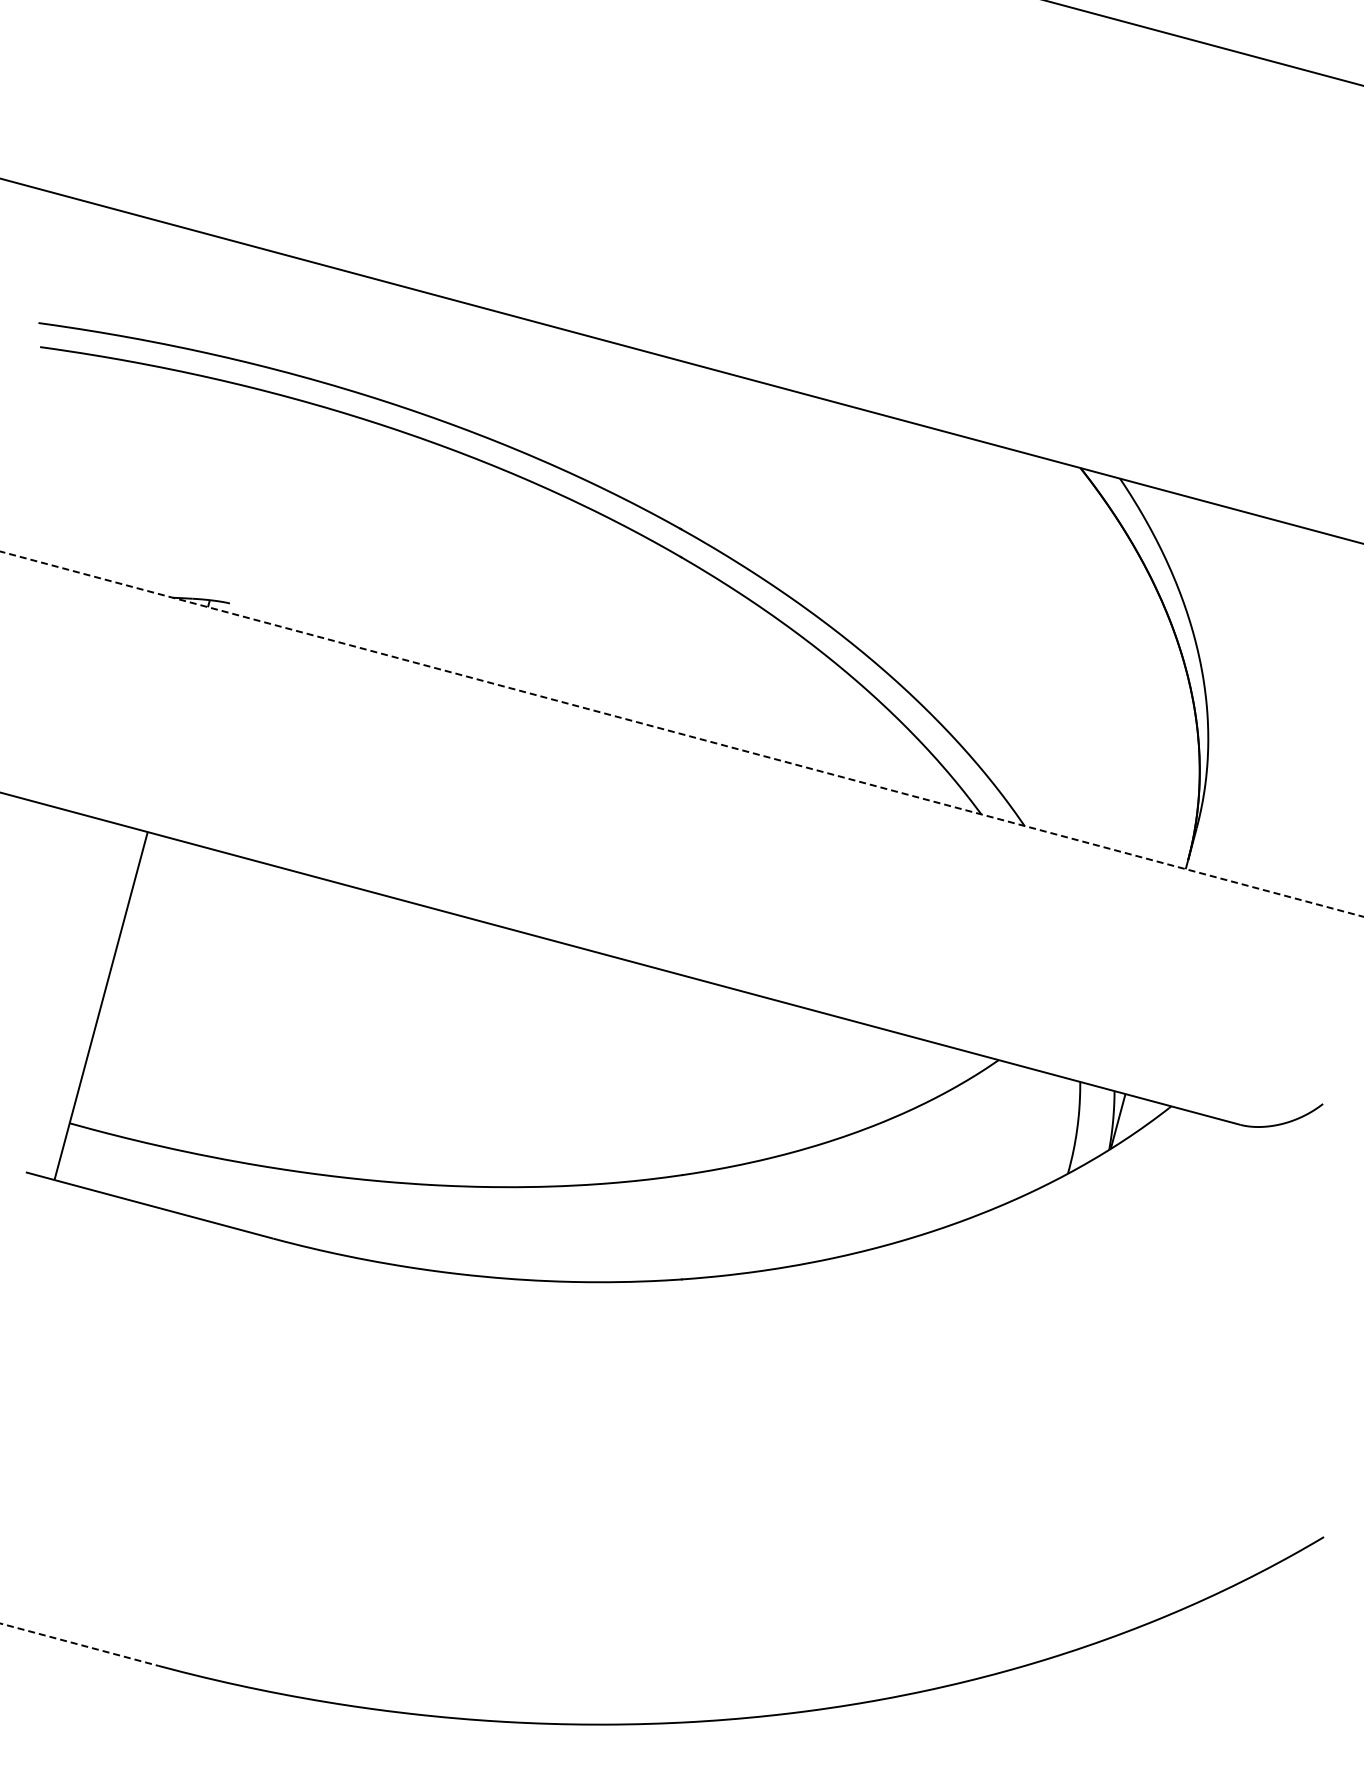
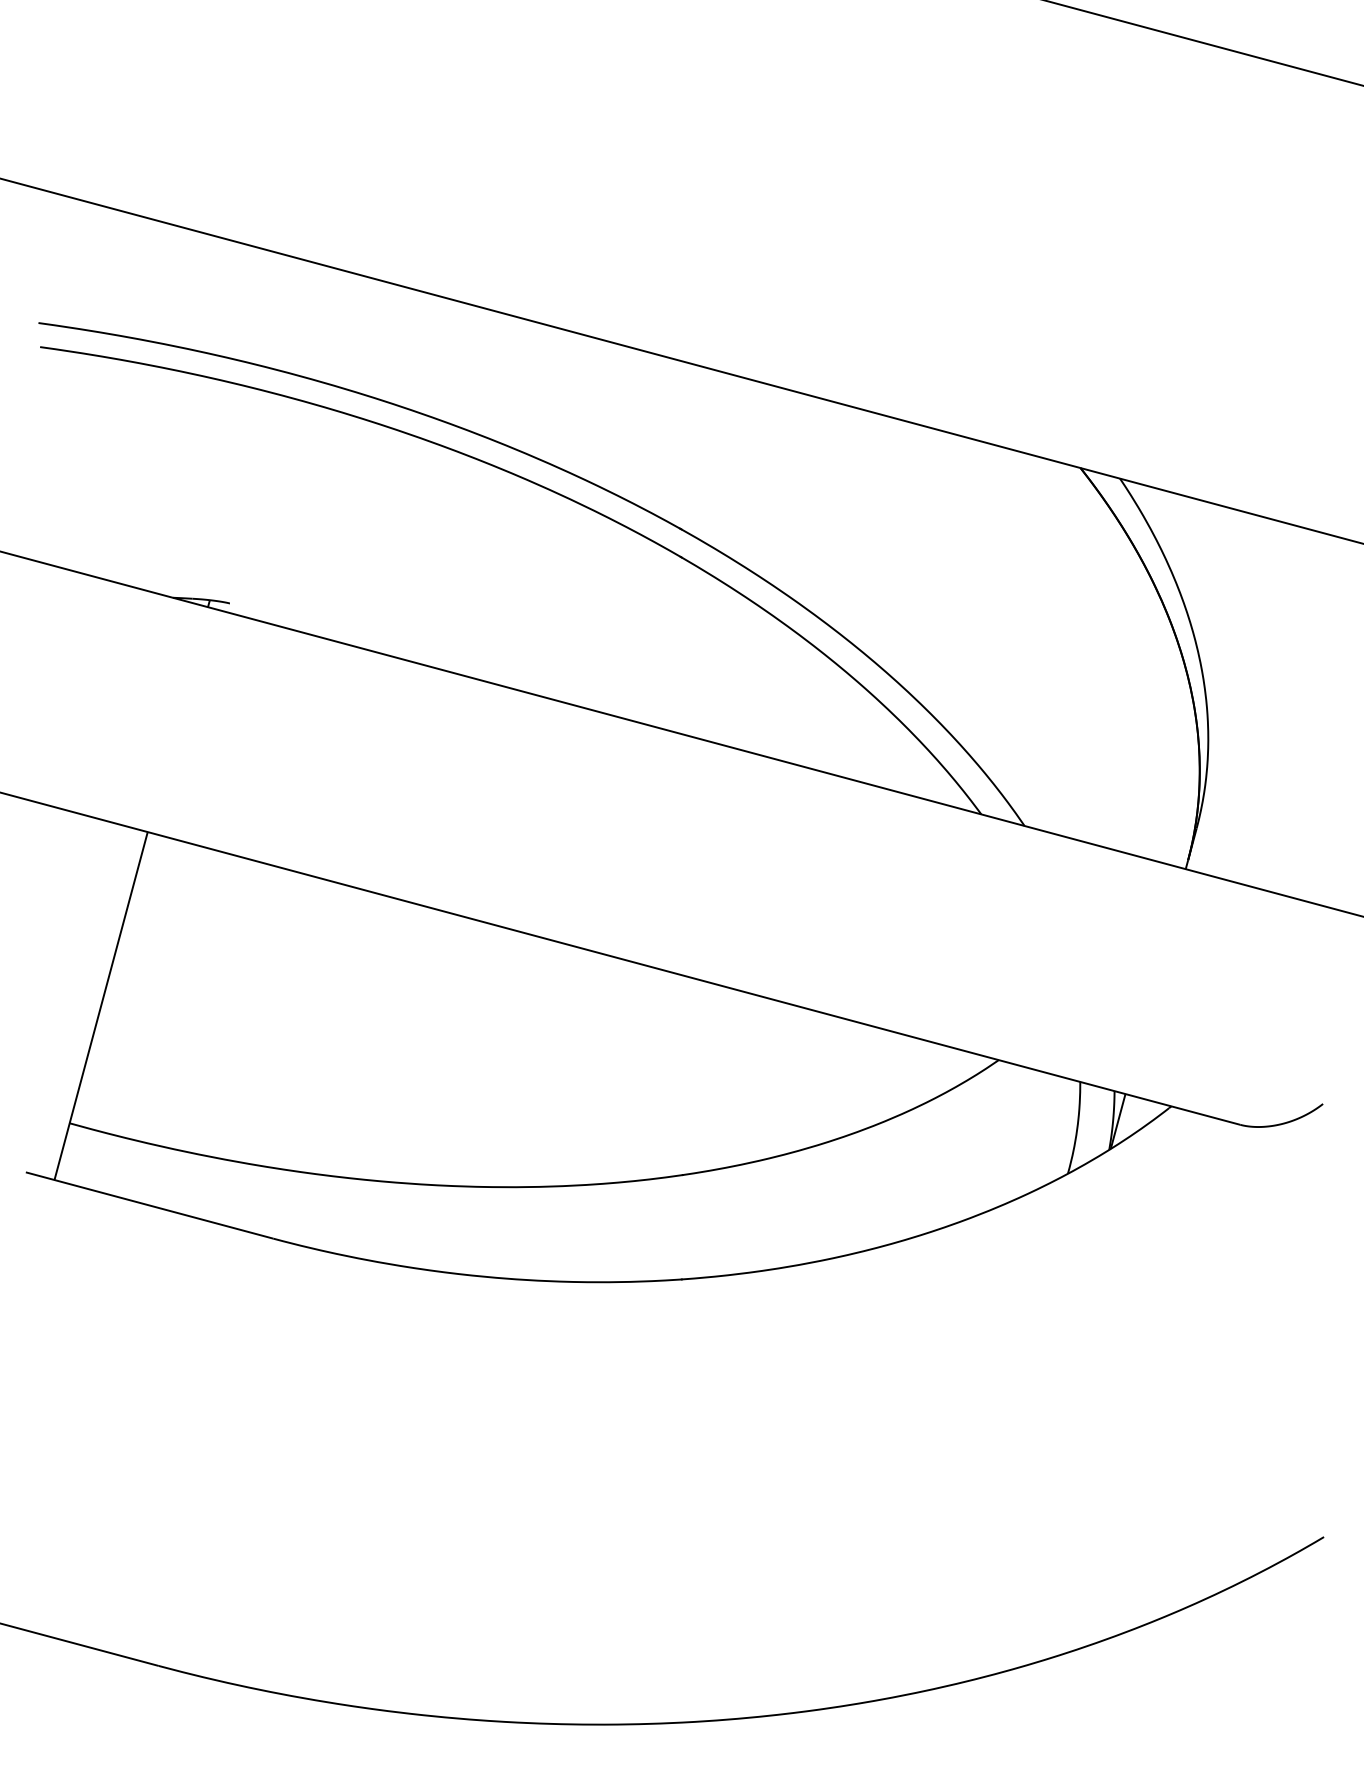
line at (682, 734): dashed -> solid
line at (79, 1644): dashed -> solid
